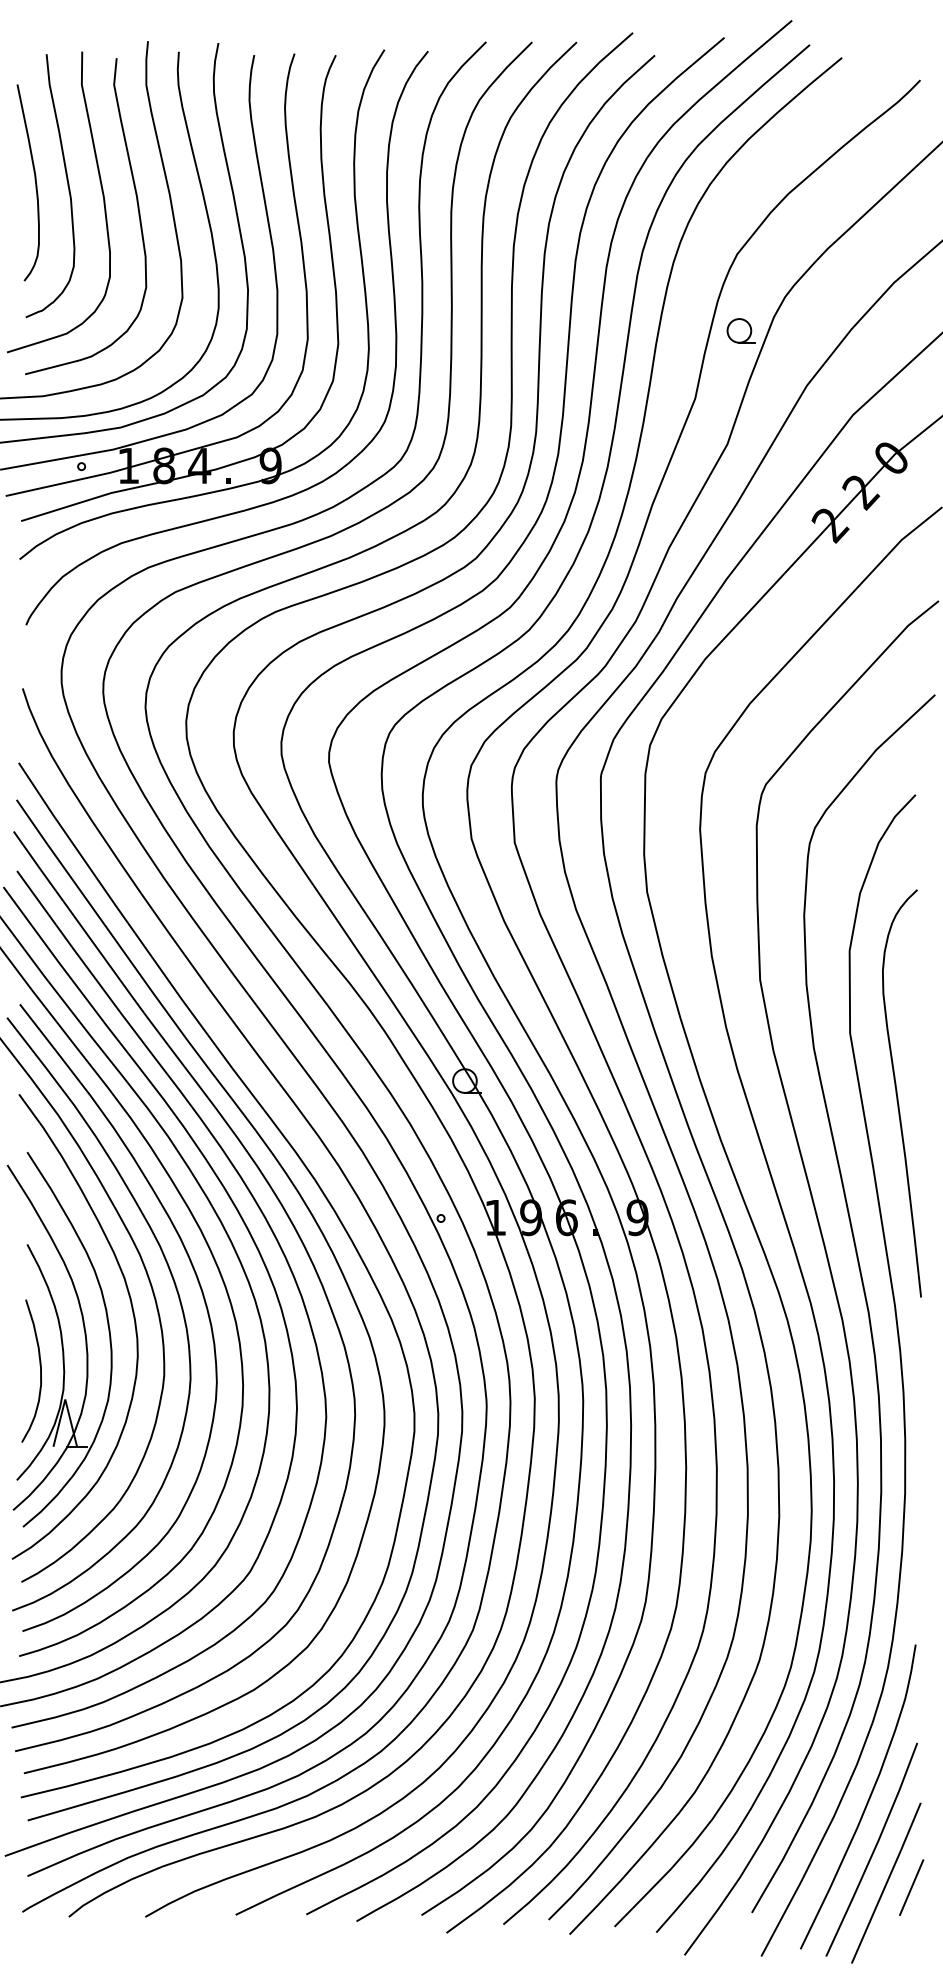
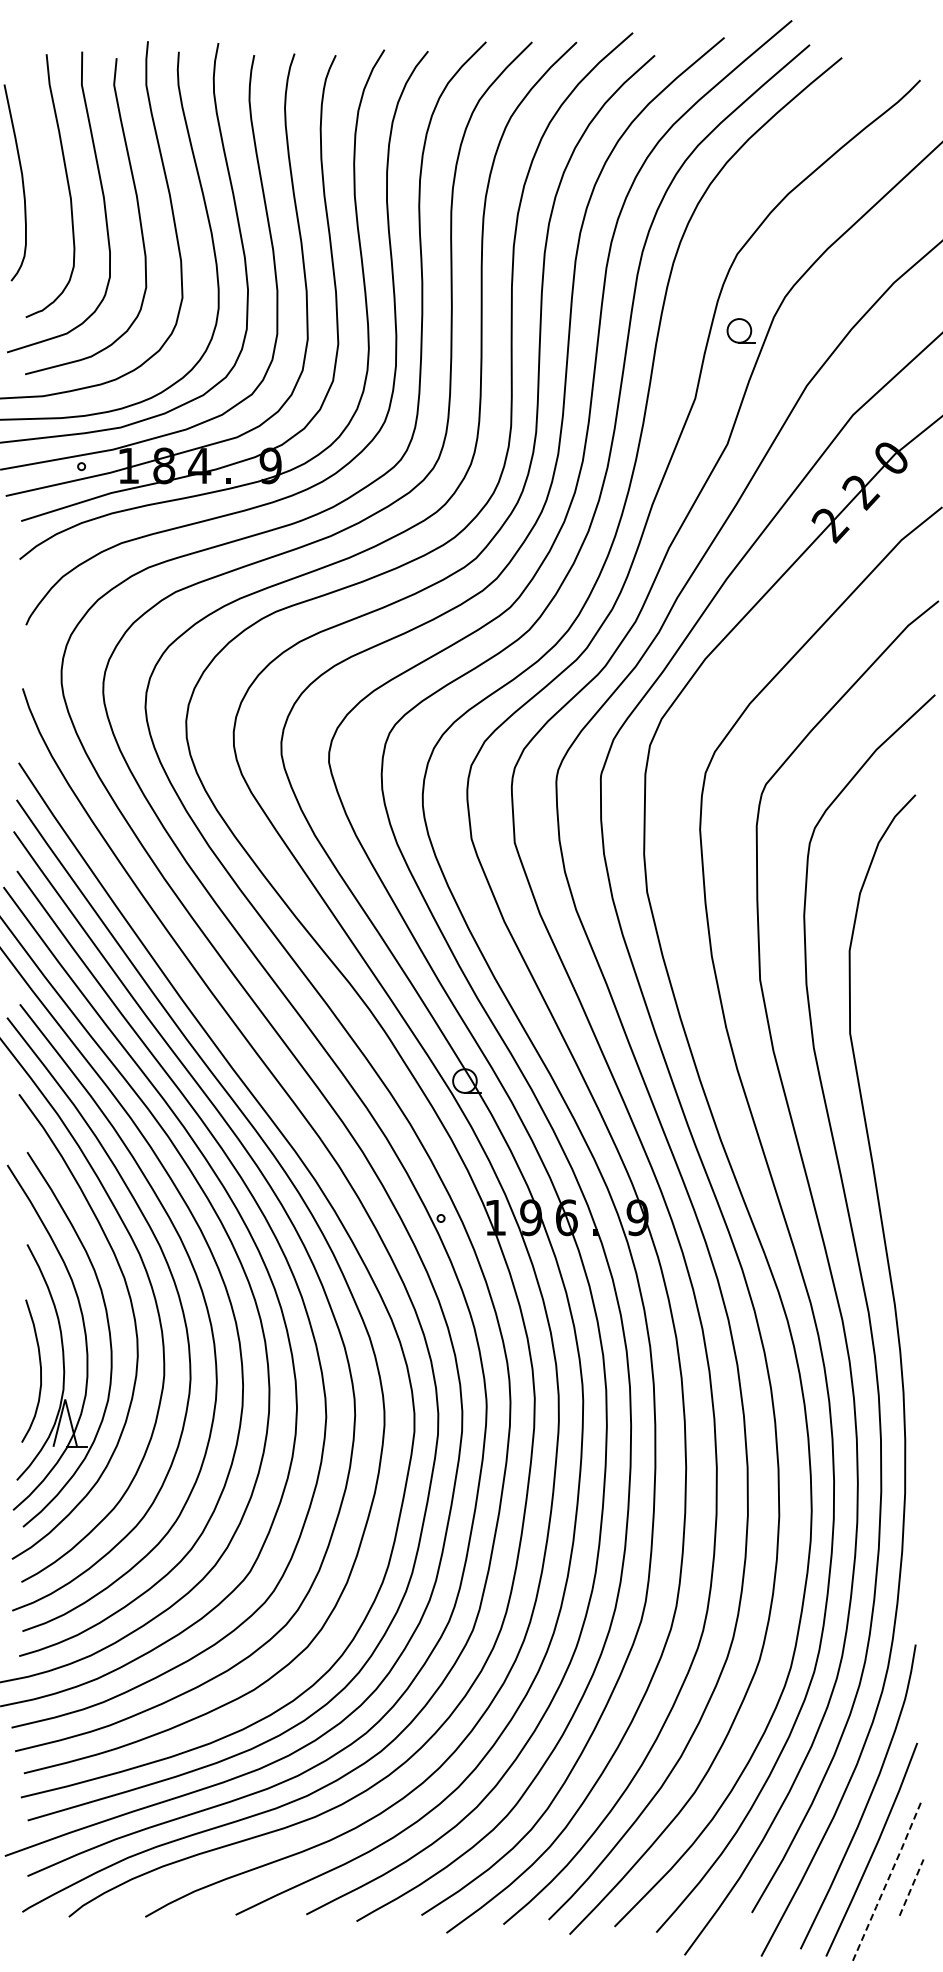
curve at (34, 180) position: (34, 180) -> (21, 180)
curve at (897, 1093): present -> none
line at (886, 1883): solid -> dashed
line at (911, 1887): solid -> dashed
